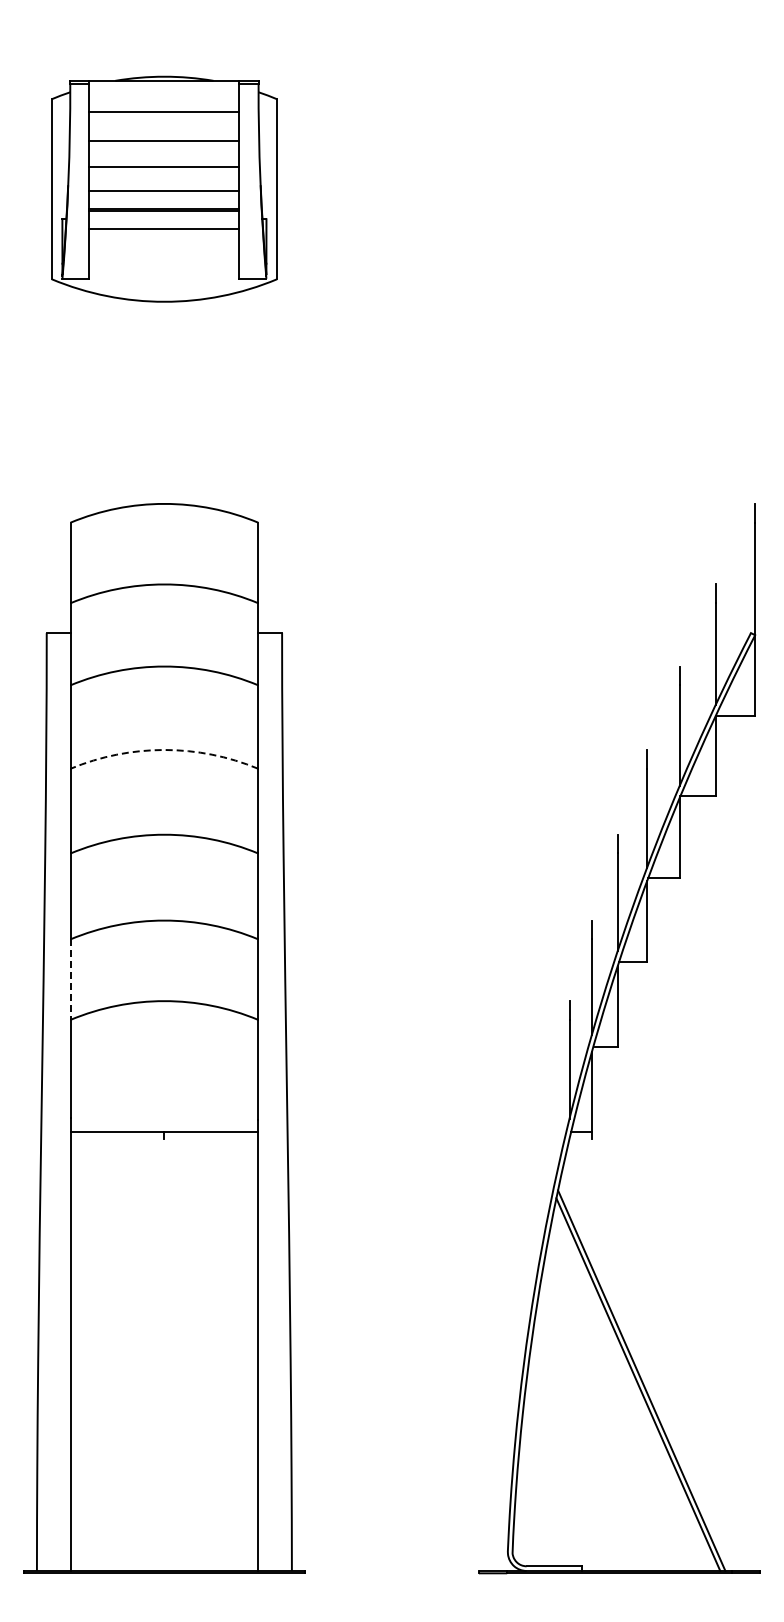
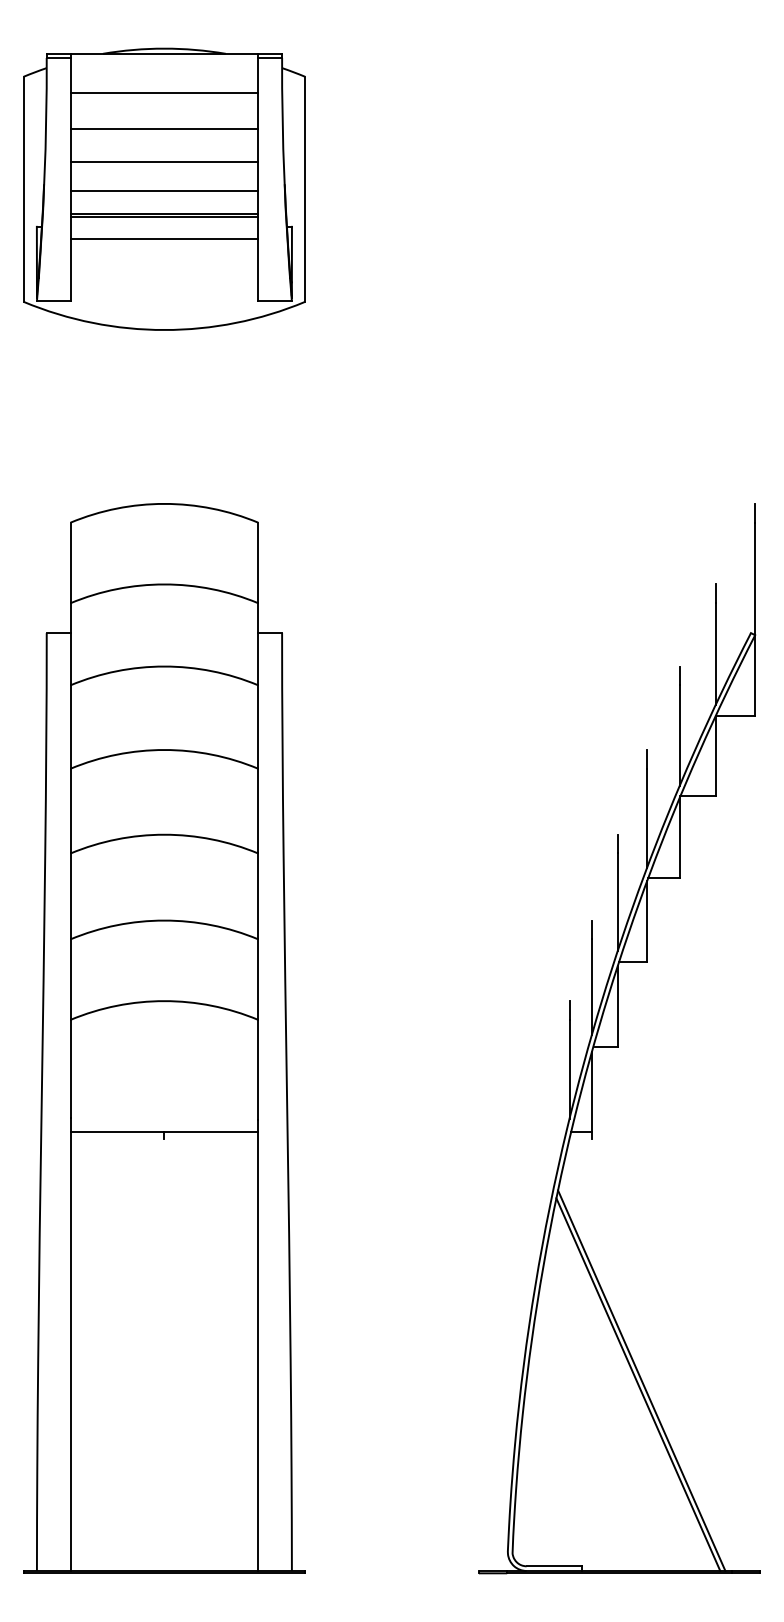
part at (164, 188) size: 227x228 px -> 283x284 px
arc at (164, 750): dashed -> solid
line at (70, 980): dashed -> solid
